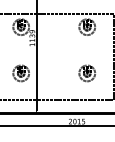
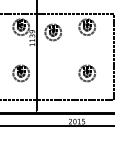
part at (52, 32): none -> present
